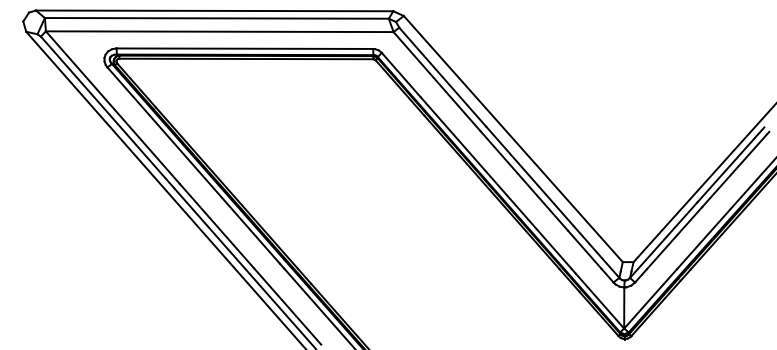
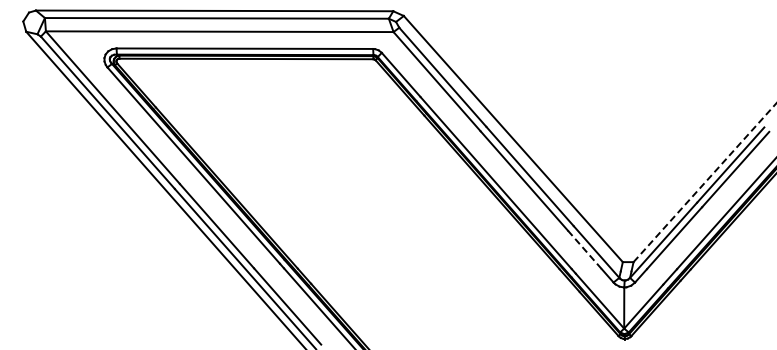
line at (705, 182): solid -> dashed
line at (584, 249): solid -> dashed
